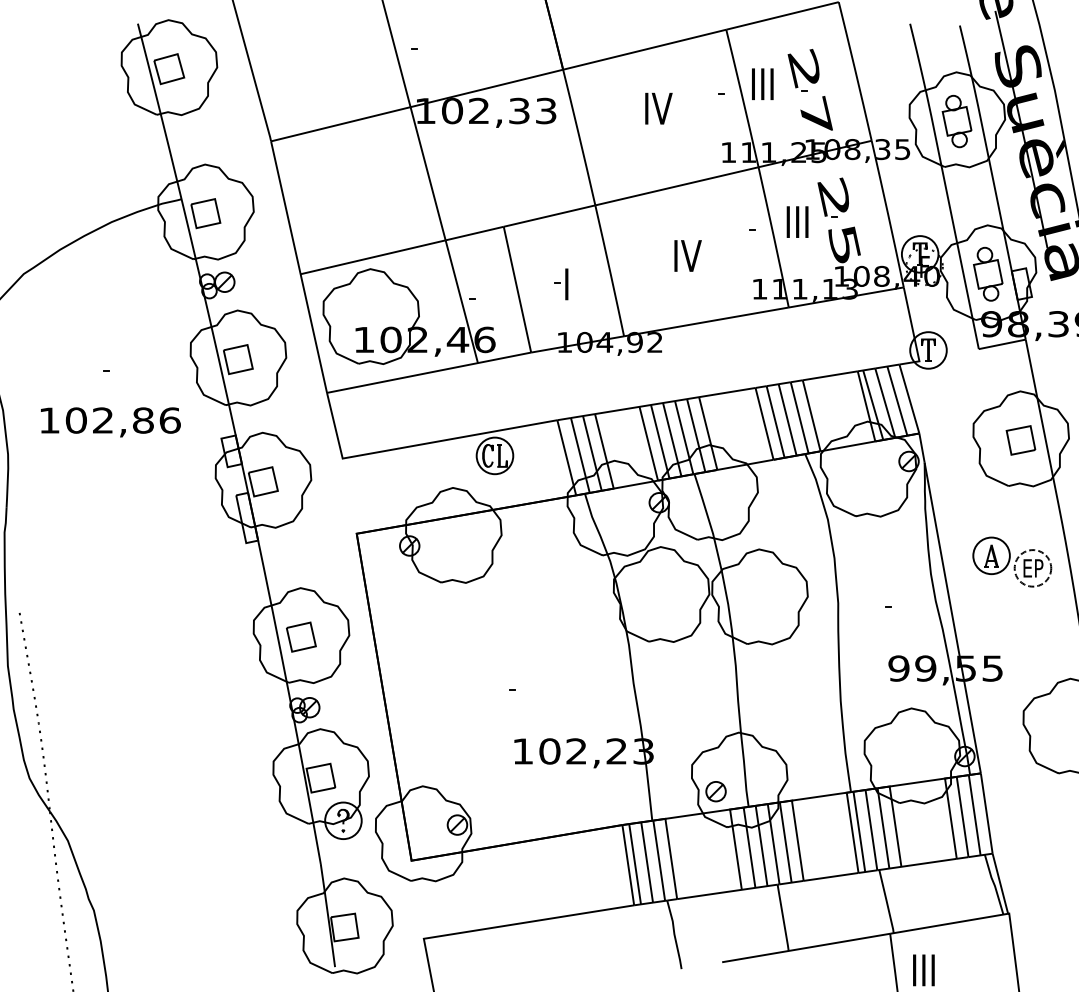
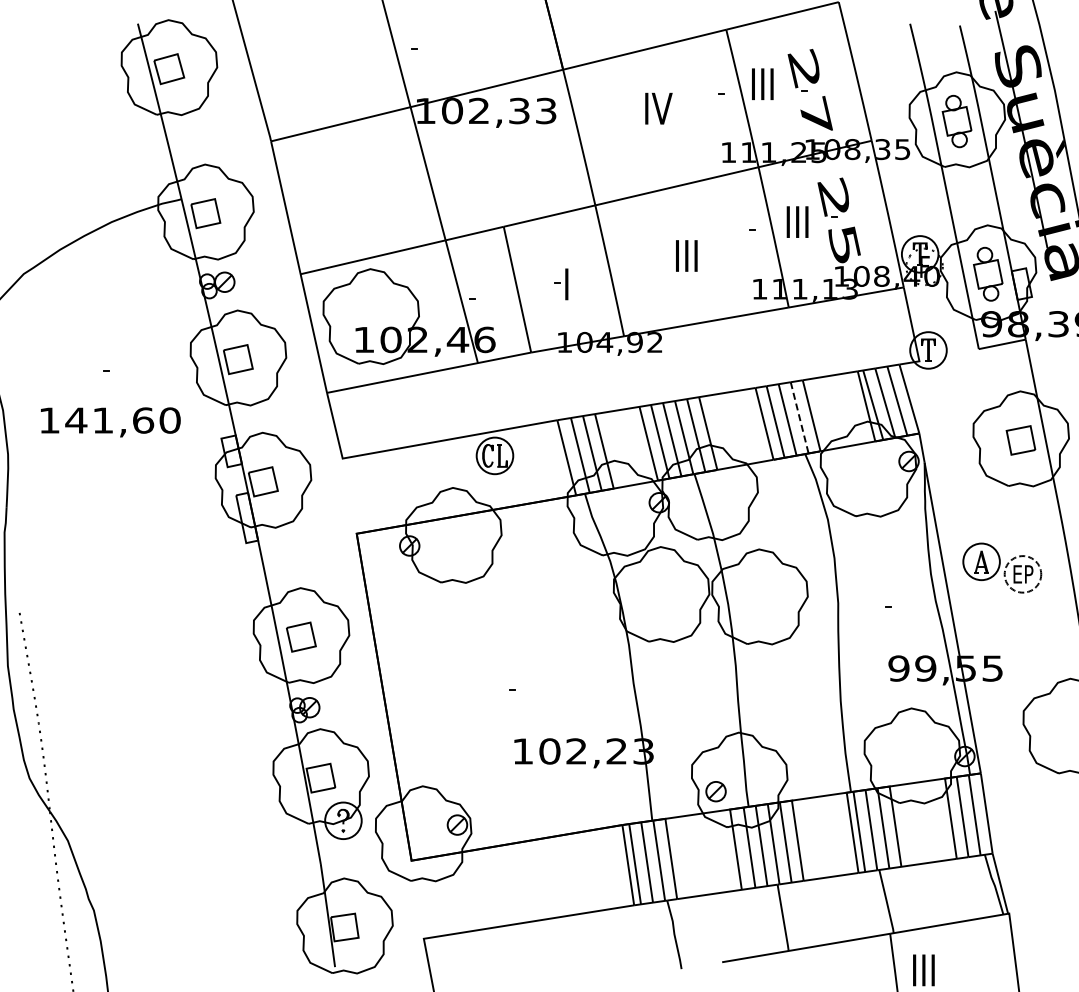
text at (687, 255): IV -> III
line at (799, 417): solid -> dashed
text at (122, 420): 102,86 -> 141,60
part at (1012, 561) position: (1012, 561) -> (1002, 567)
